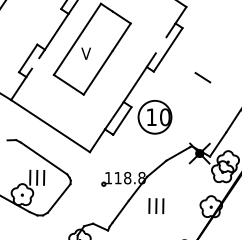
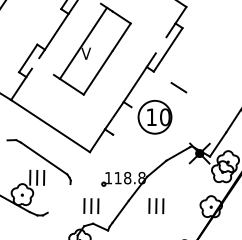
line at (77, 38) position: (77, 38) -> (83, 42)
line at (202, 77) position: (202, 77) -> (178, 87)
line at (122, 120): present -> none
line at (58, 198): present -> none
part at (91, 206): none -> present
